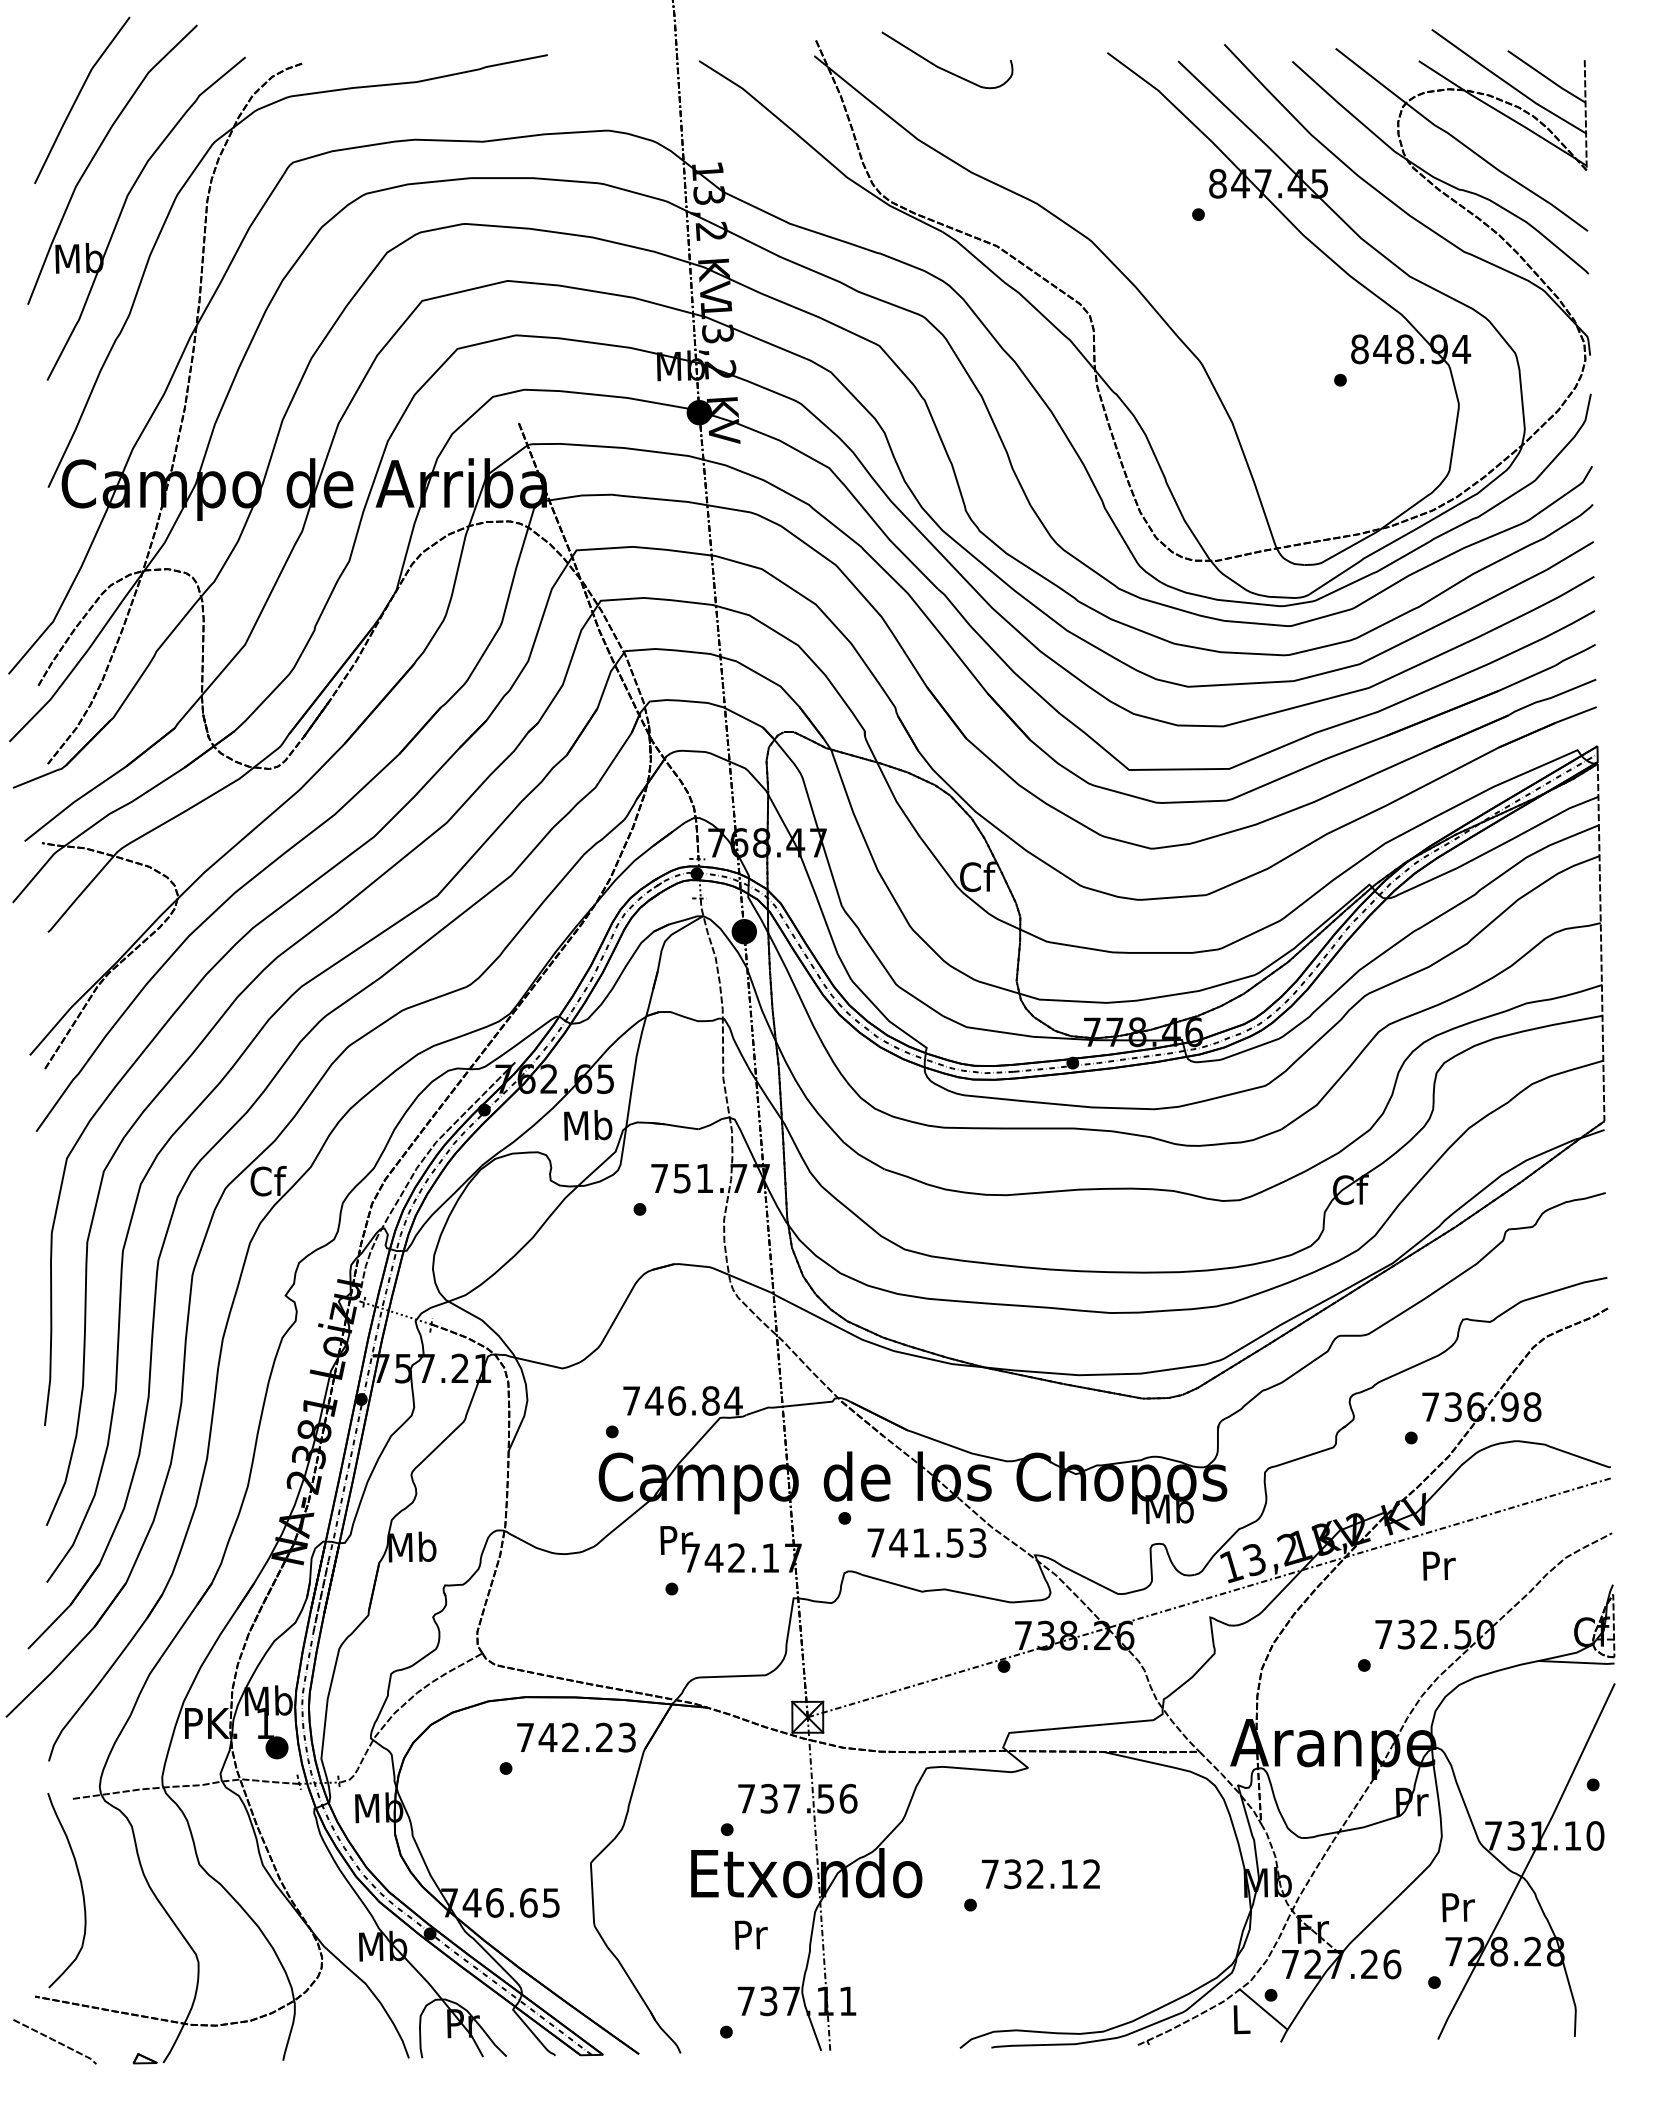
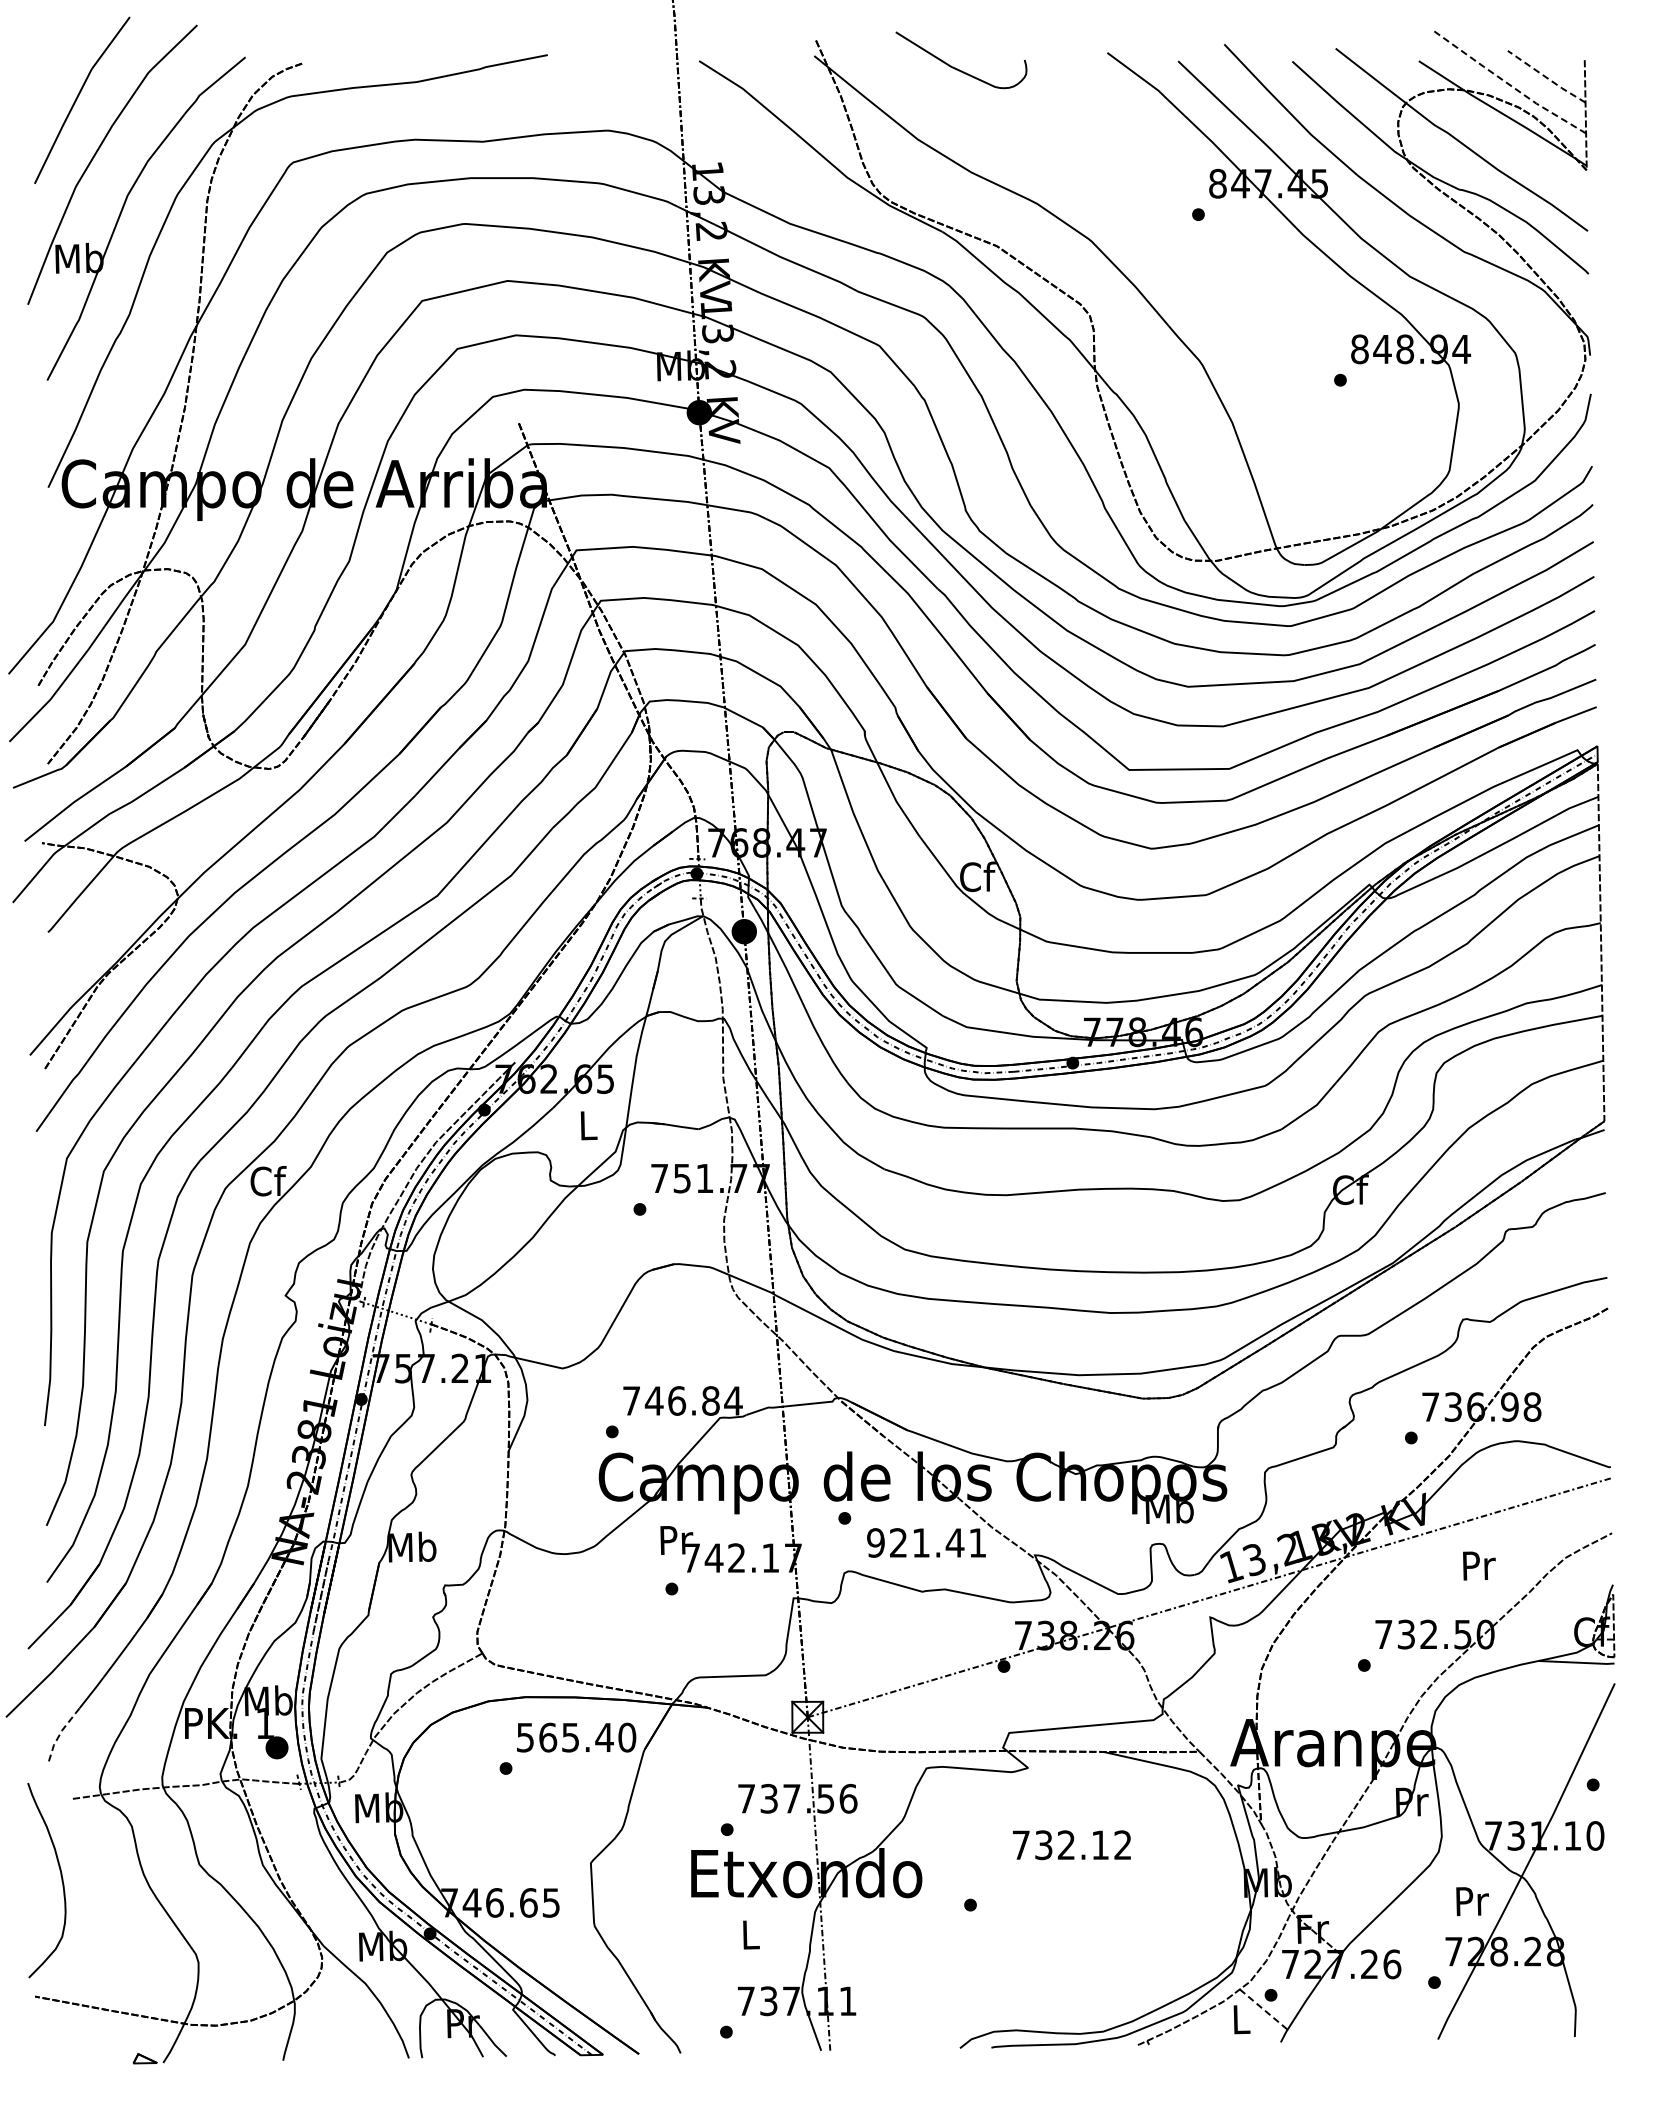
curve at (943, 68) position: (943, 68) -> (957, 68)
line at (1546, 77): solid -> dashed
line at (1507, 83): solid -> dashed
text at (588, 1124): Mb -> L
text at (926, 1542): 741.53 -> 921.41
text at (1439, 1565) position: (1439, 1565) -> (1479, 1565)
line at (61, 1732): solid -> dashed
text at (576, 1737): 742.23 -> 565.40
text at (1040, 1874) position: (1040, 1874) -> (1071, 1845)
curve at (80, 1885) position: (80, 1885) -> (60, 1875)
text at (1458, 1907) position: (1458, 1907) -> (1472, 1901)
text at (751, 1934): Pr -> L
line at (1263, 2009): solid -> dashed
line at (54, 2041): present -> none
